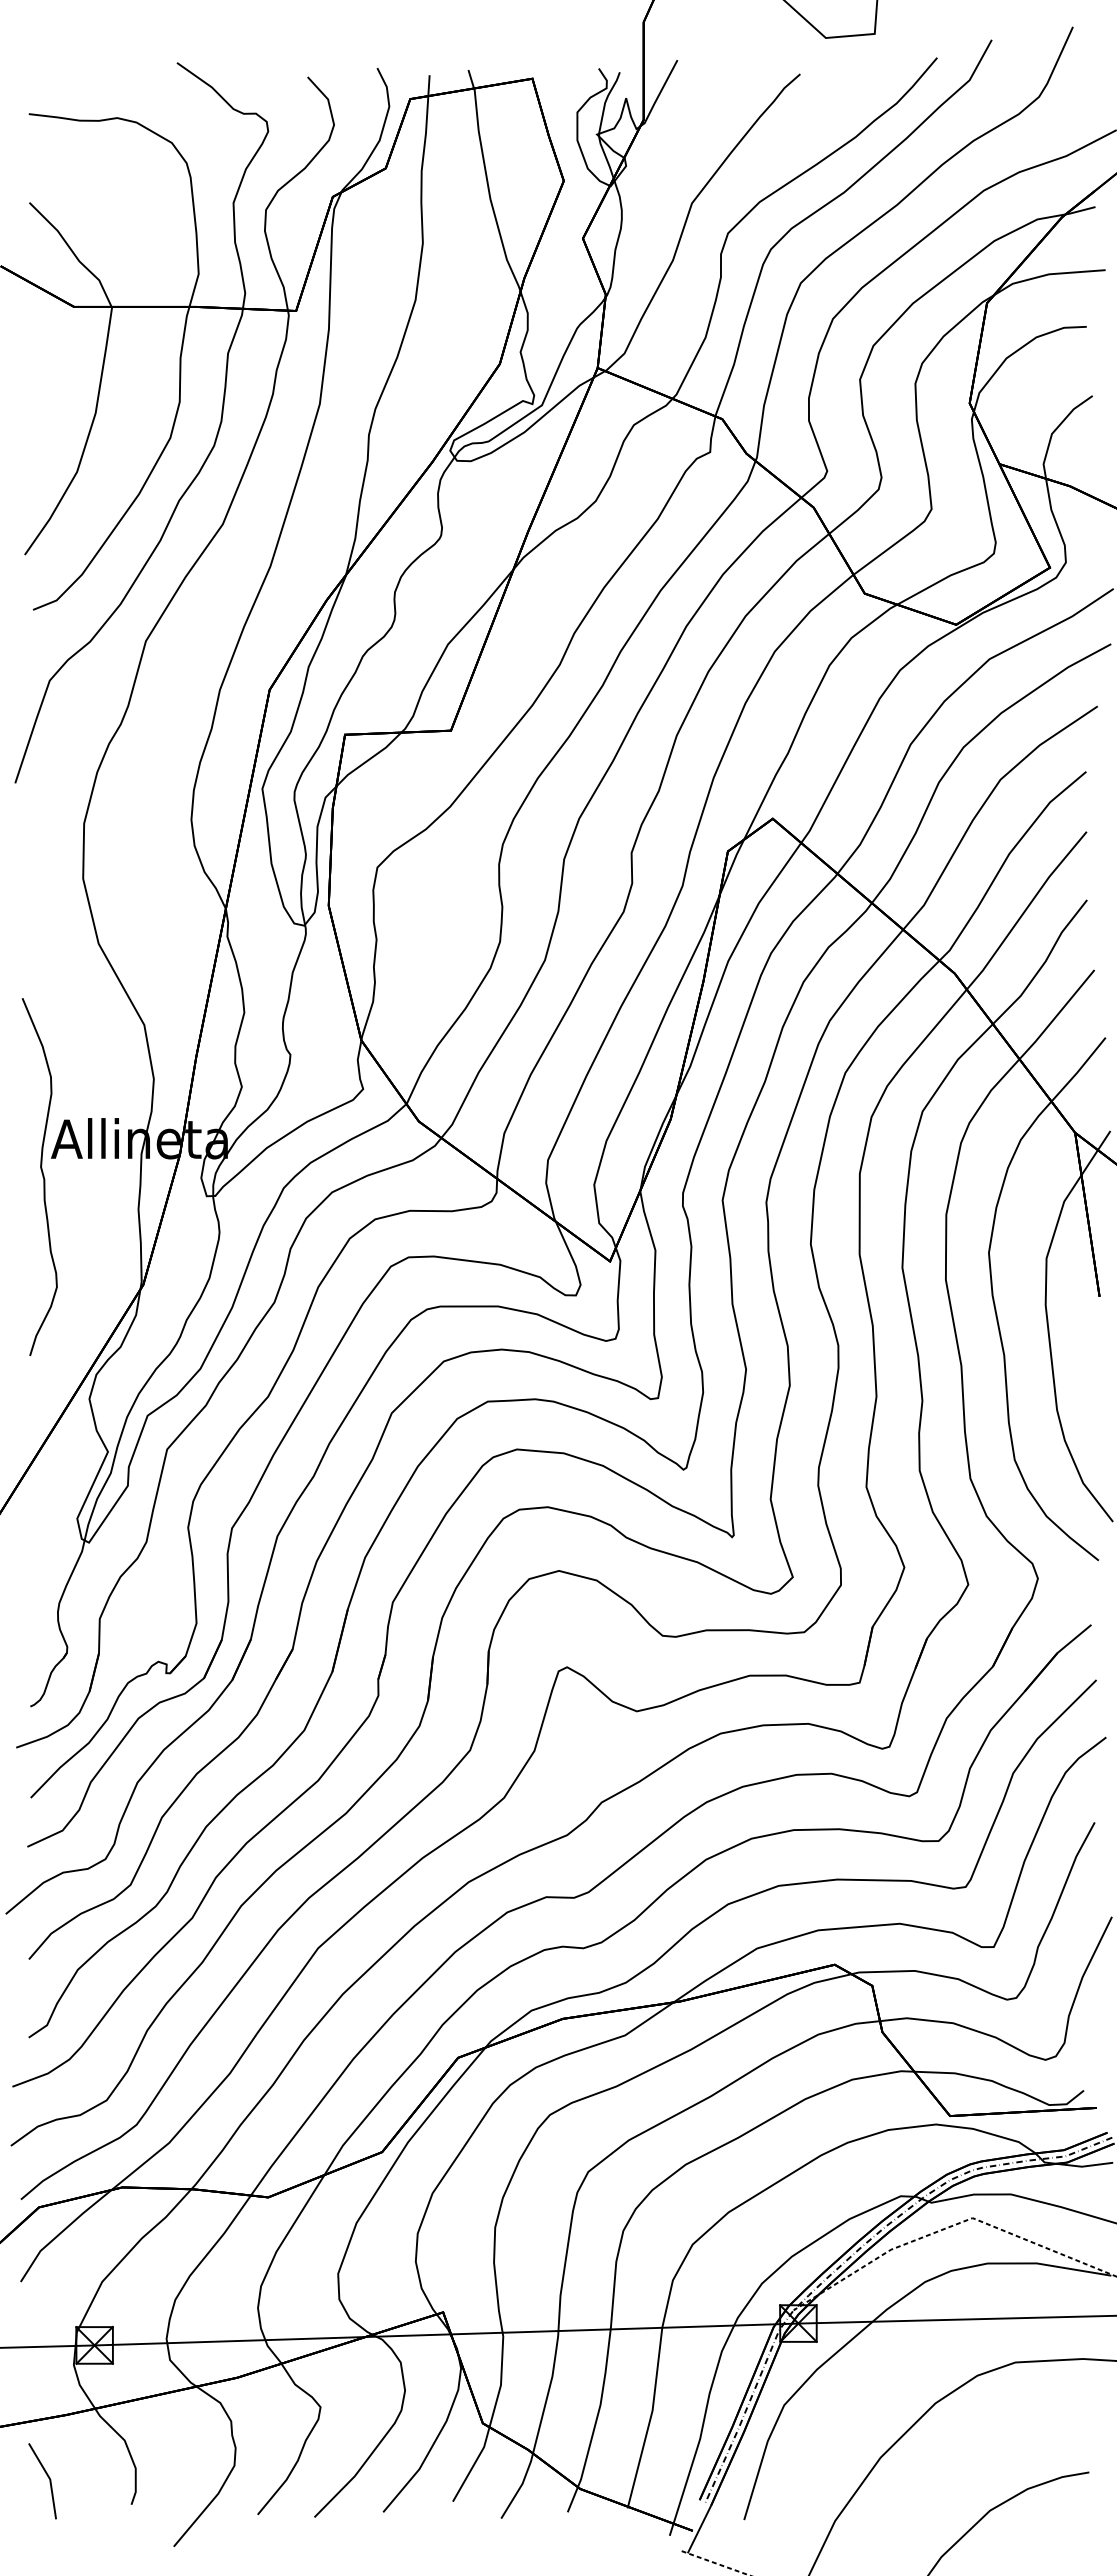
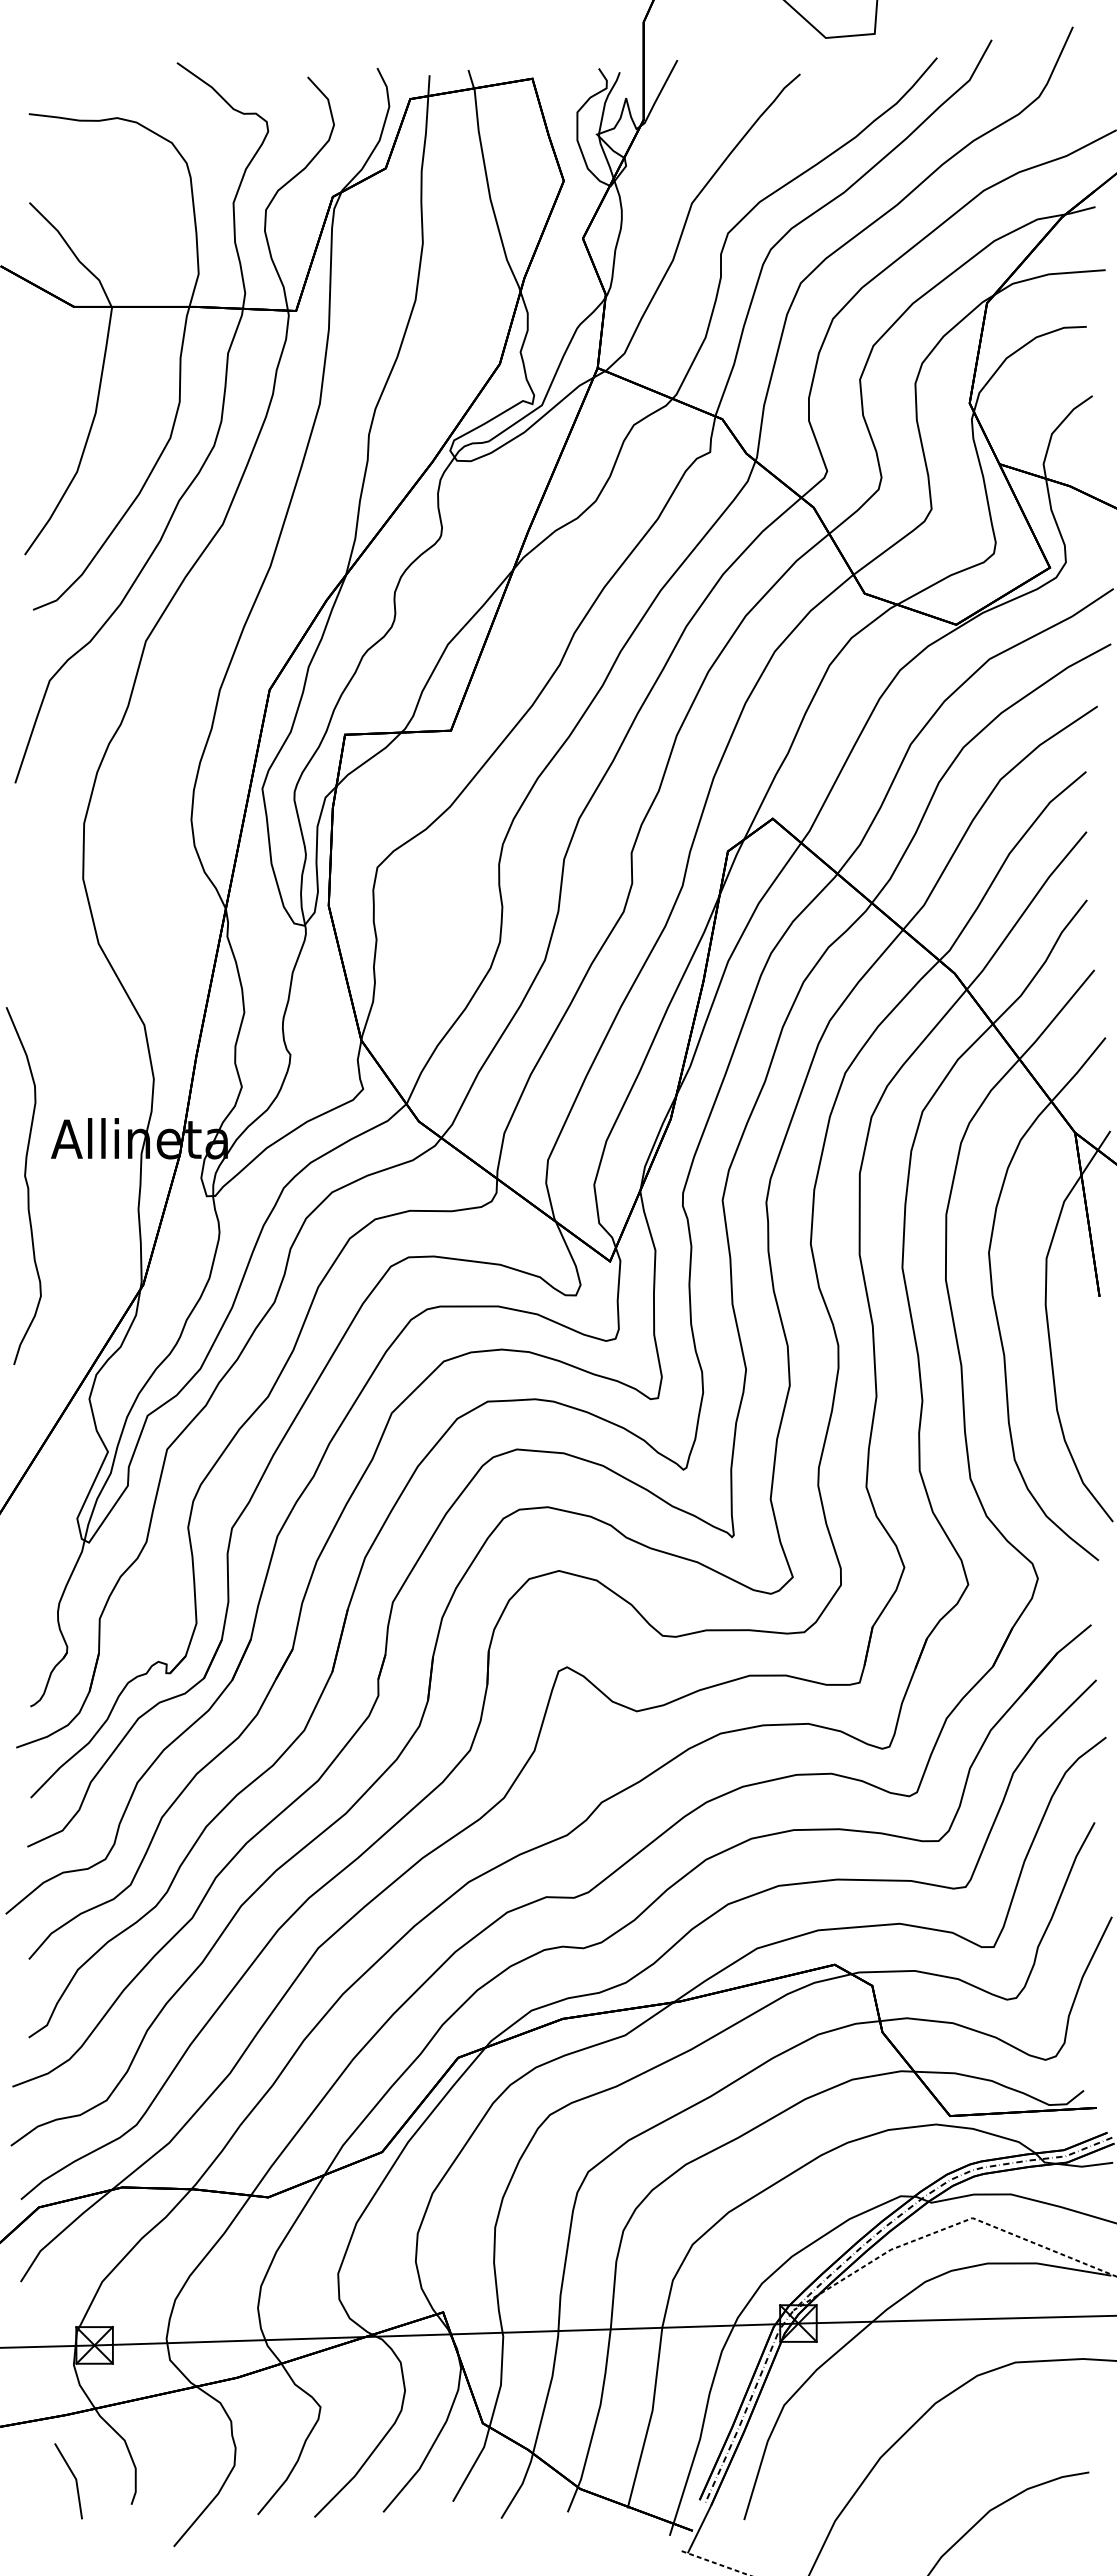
curve at (42, 1177) position: (42, 1177) -> (26, 1186)
line at (48, 2478) position: (48, 2478) -> (74, 2478)
